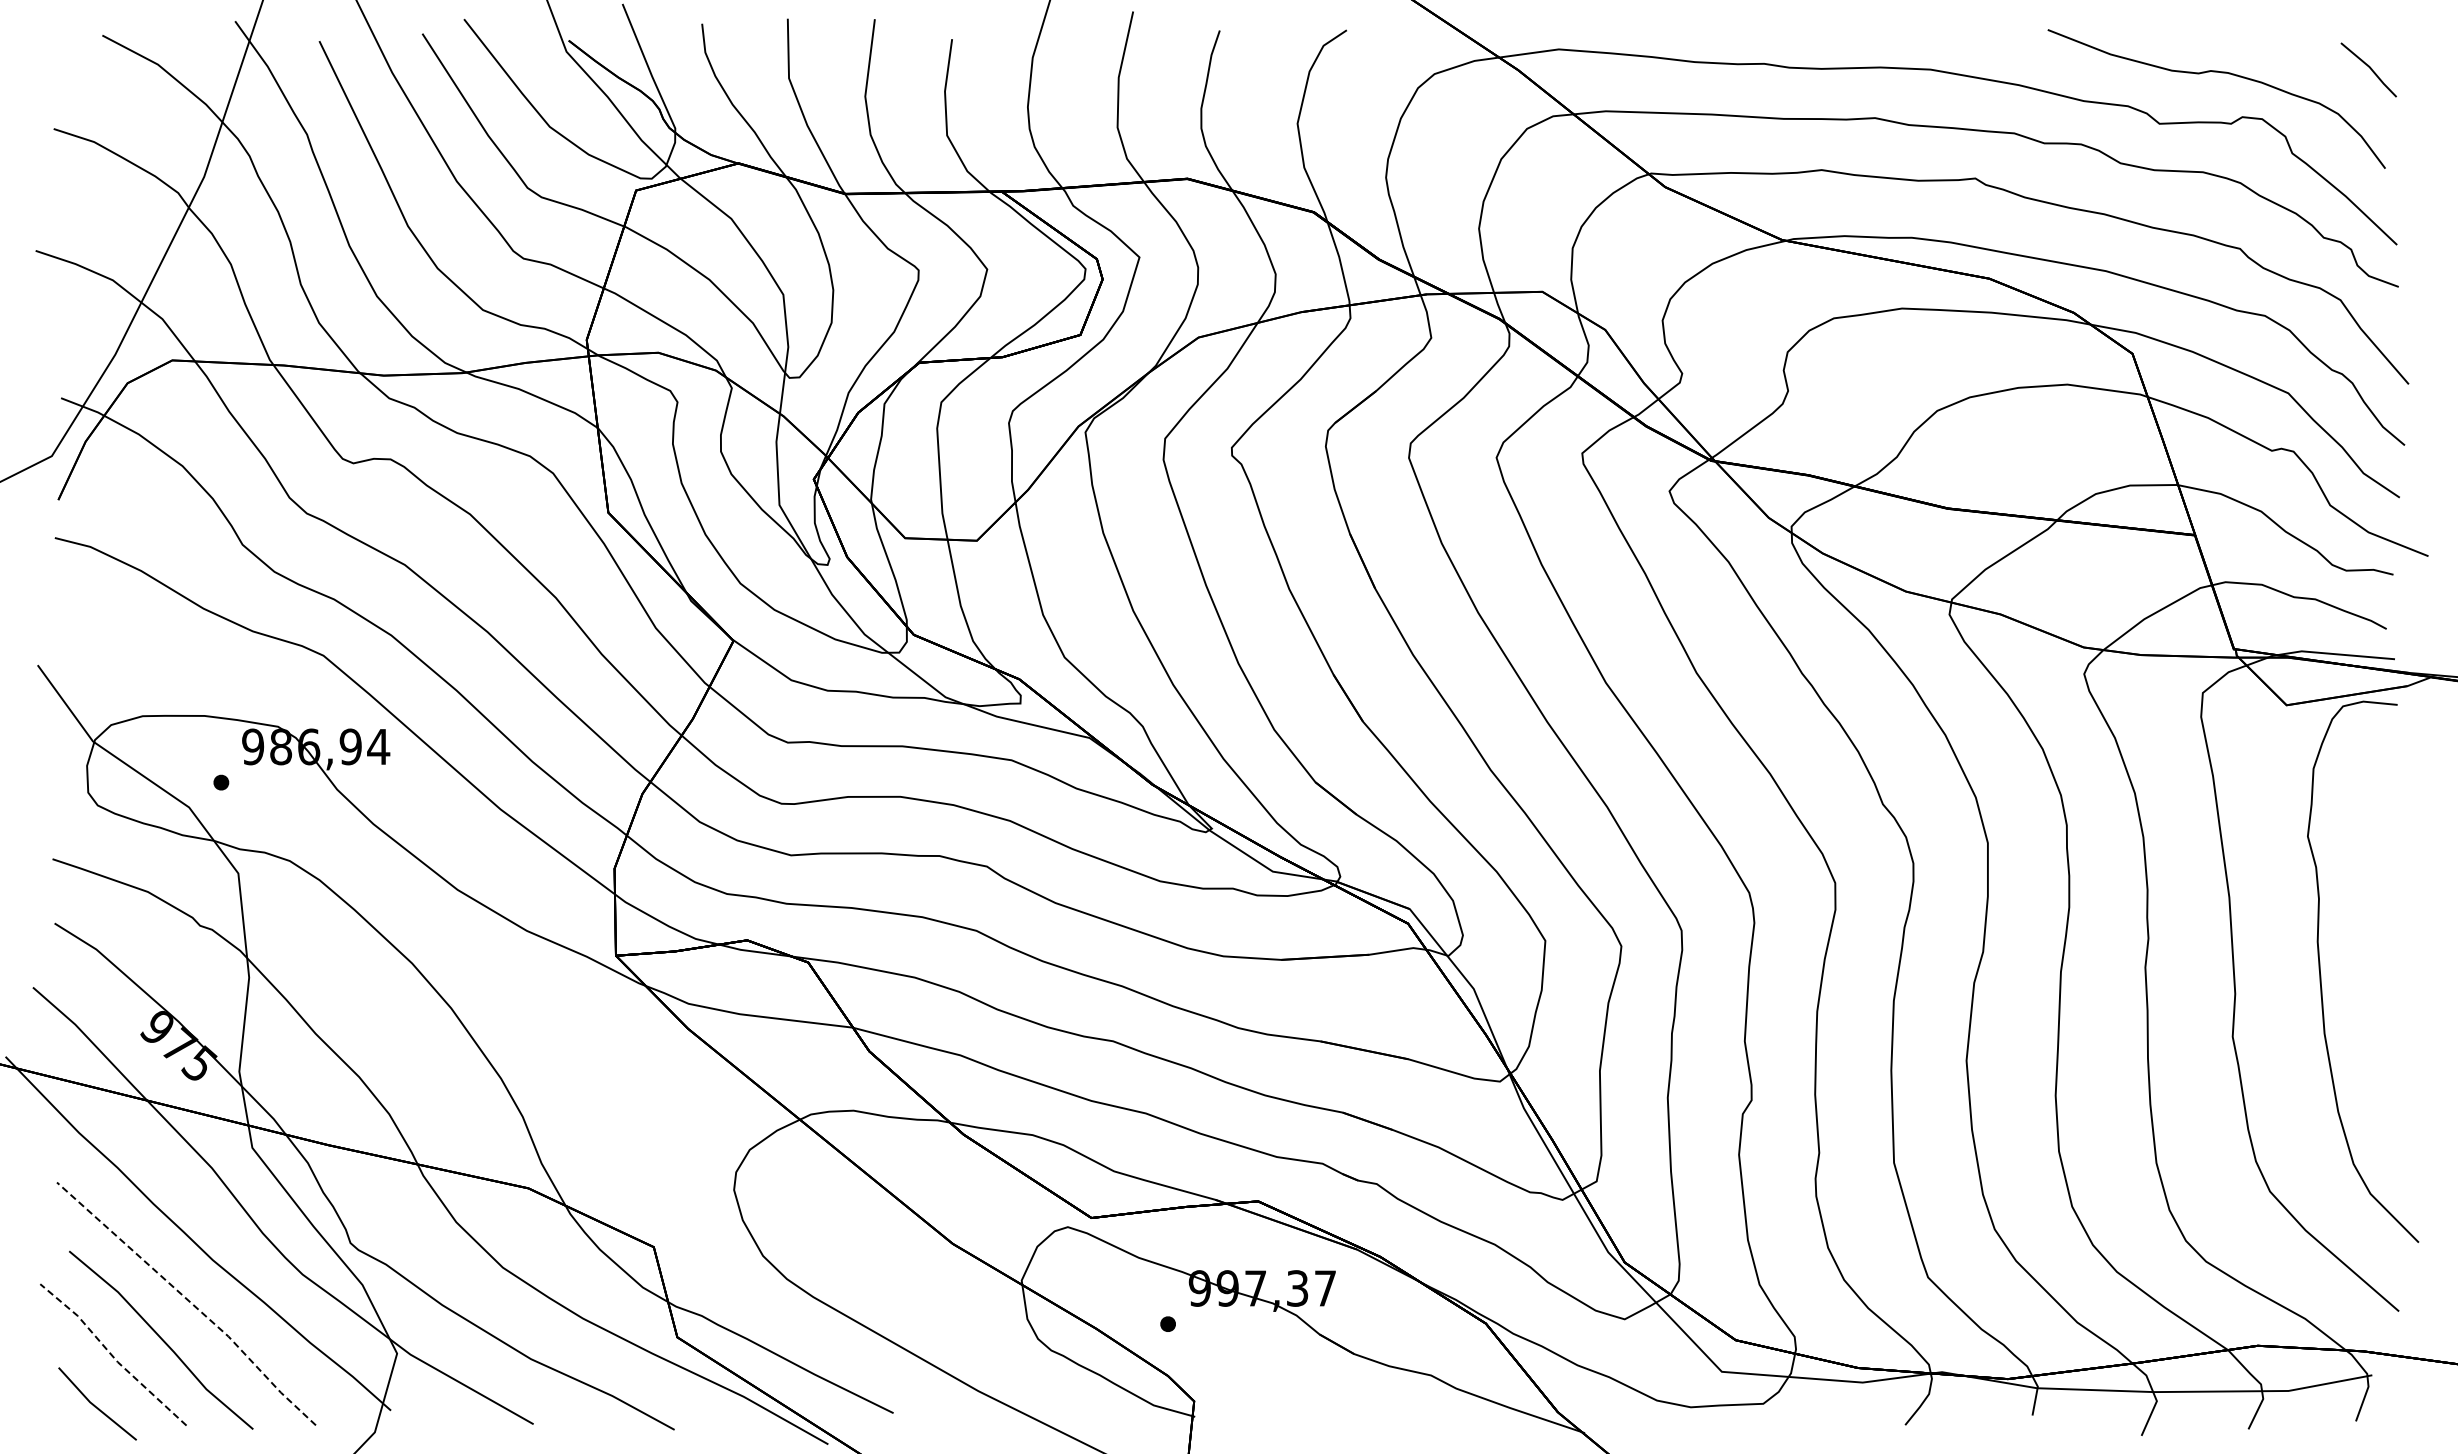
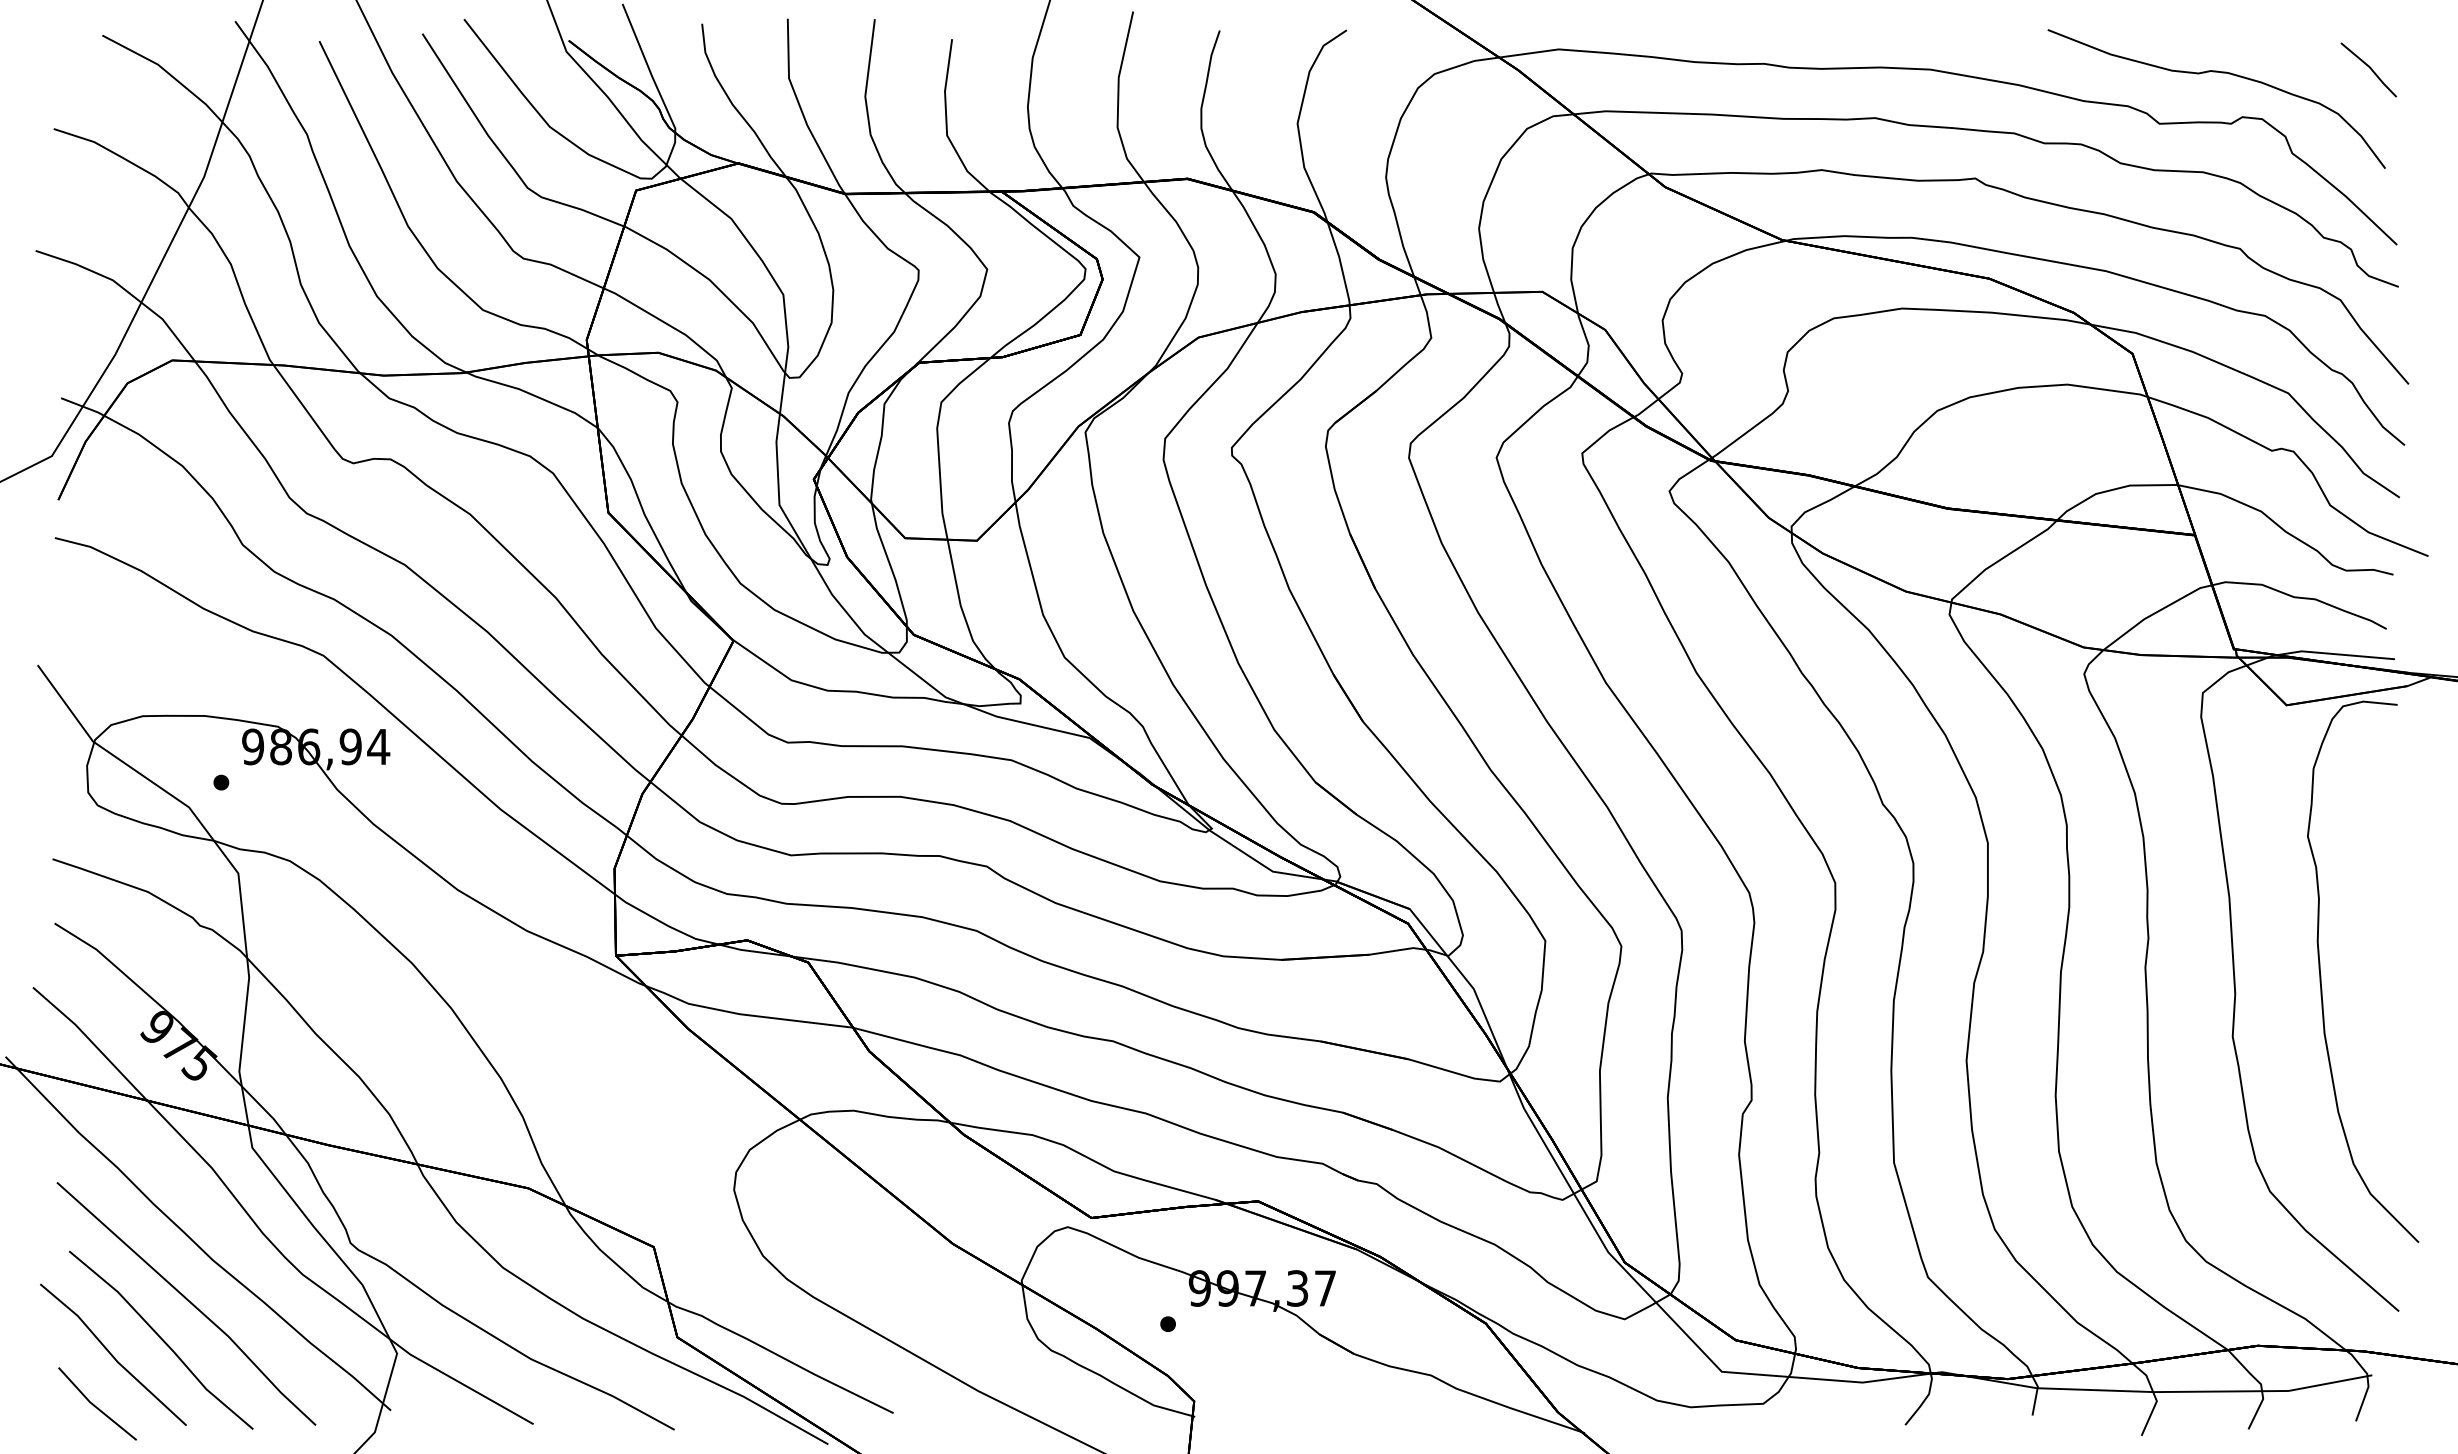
line at (189, 1301): dashed -> solid
line at (111, 1355): dashed -> solid
